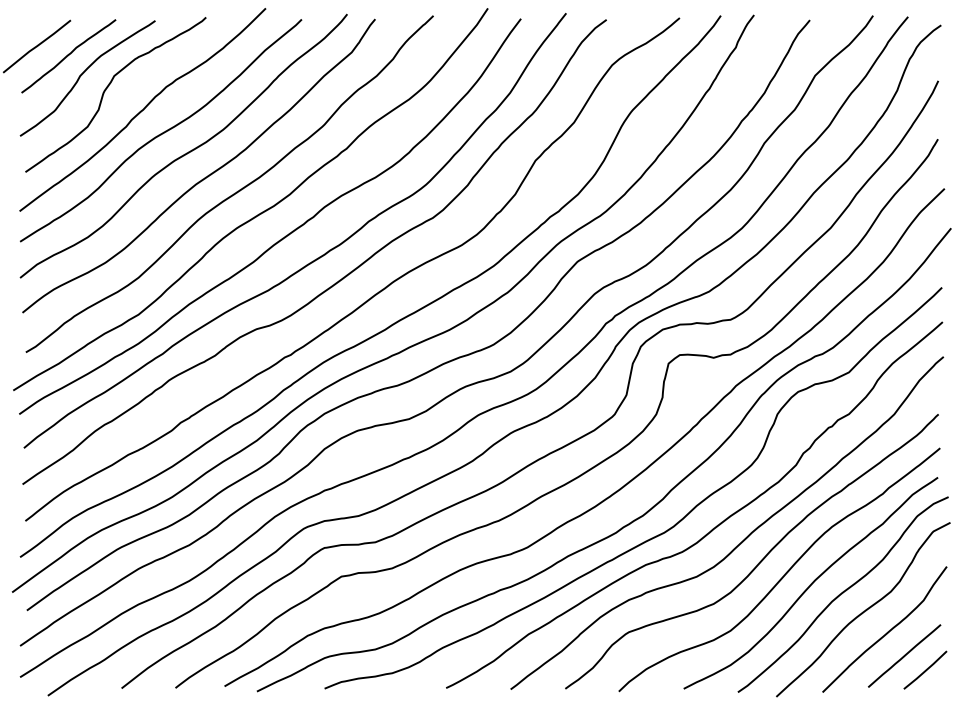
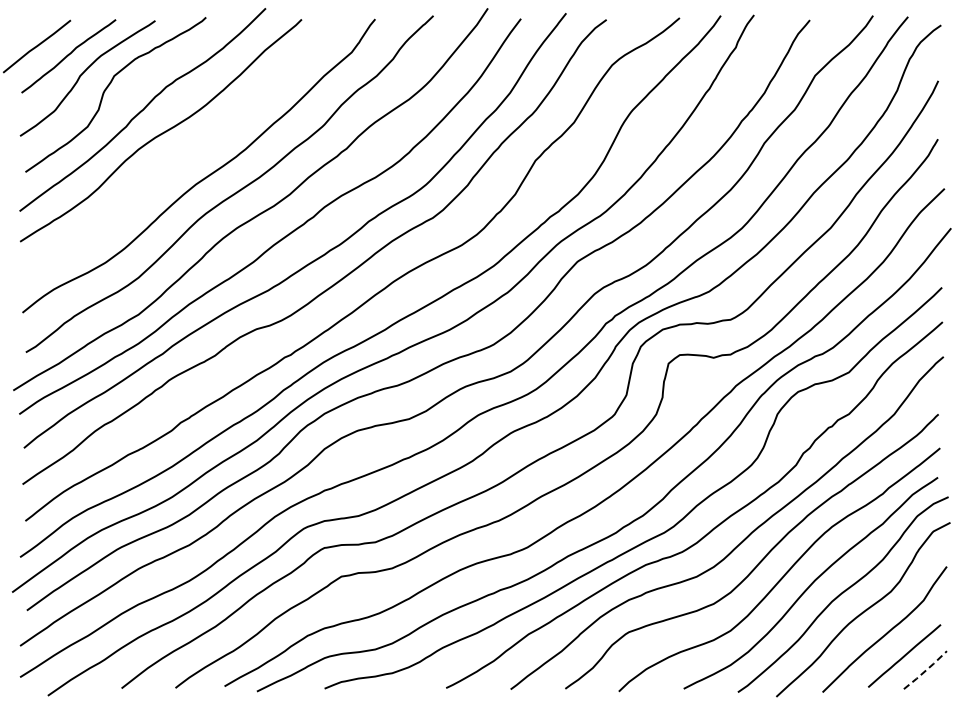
curve at (186, 152): present -> none
line at (926, 670): solid -> dashed
